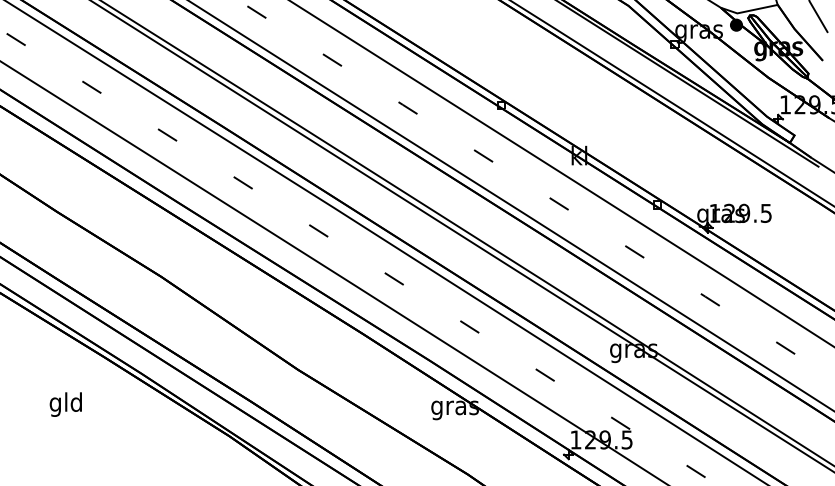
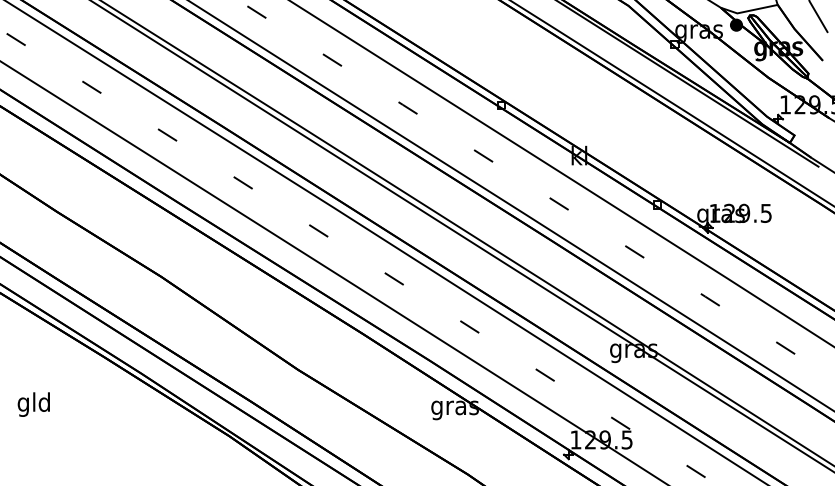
text at (65, 404) position: (65, 404) -> (33, 404)
